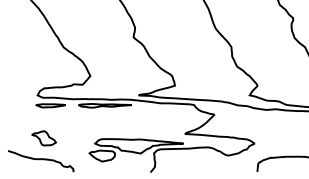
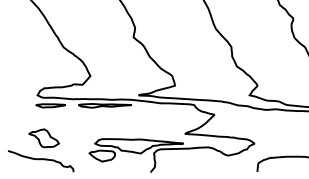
part at (43, 138) size: 26x17 px -> 32x21 px
